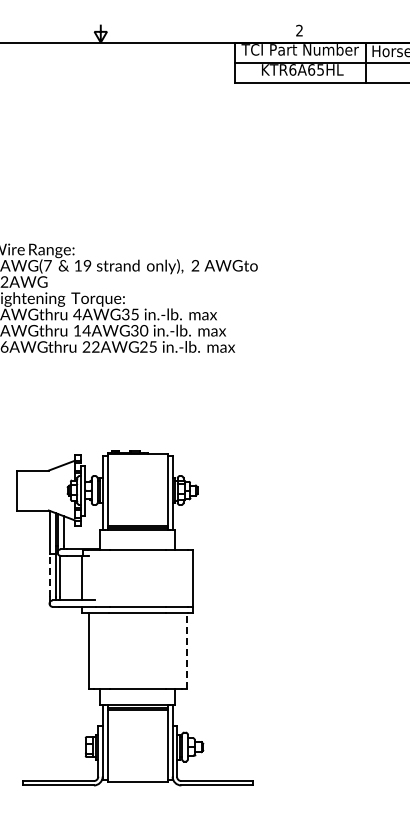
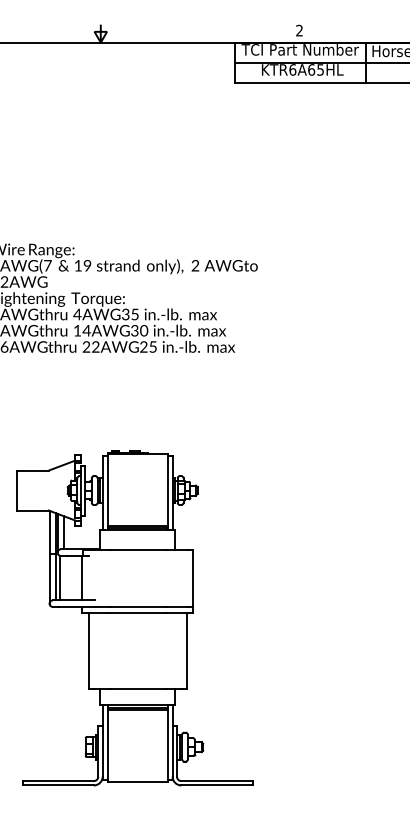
line at (49, 575): dashed -> solid
line at (186, 650): dashed -> solid
